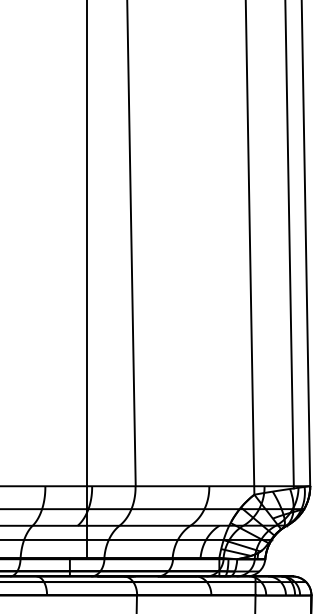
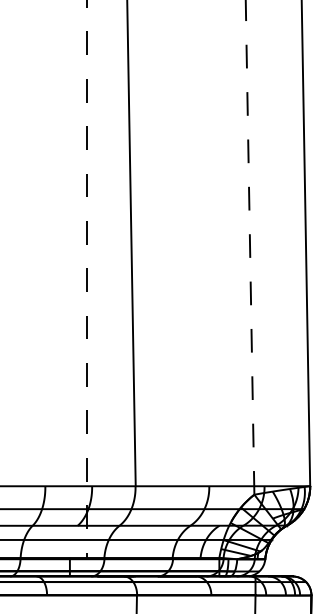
line at (289, 245): present -> none
line at (250, 247): solid -> dashed
line at (87, 279): solid -> dashed
